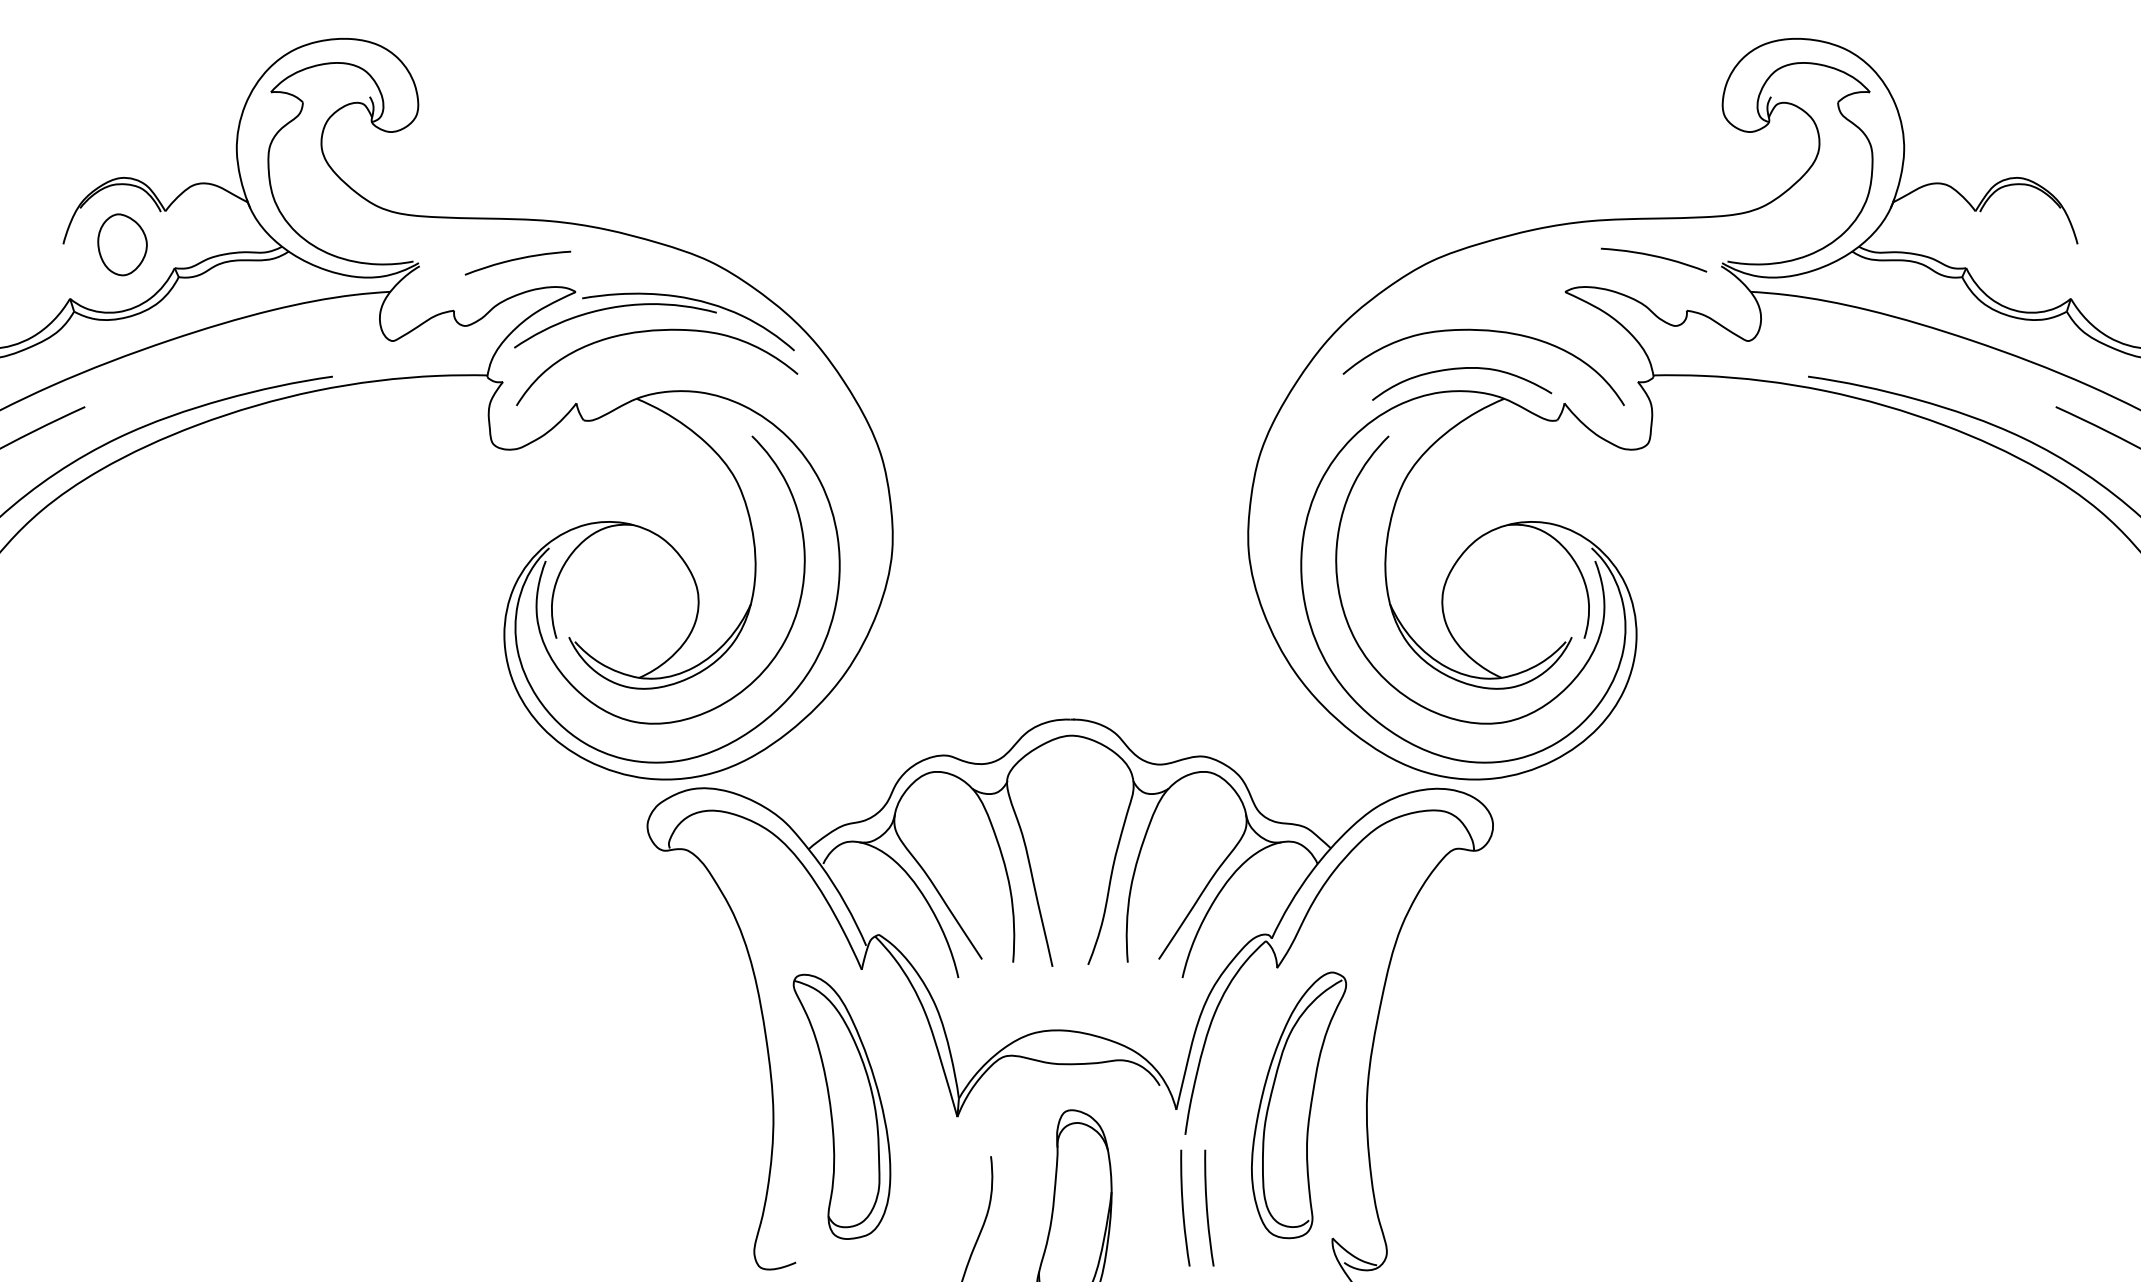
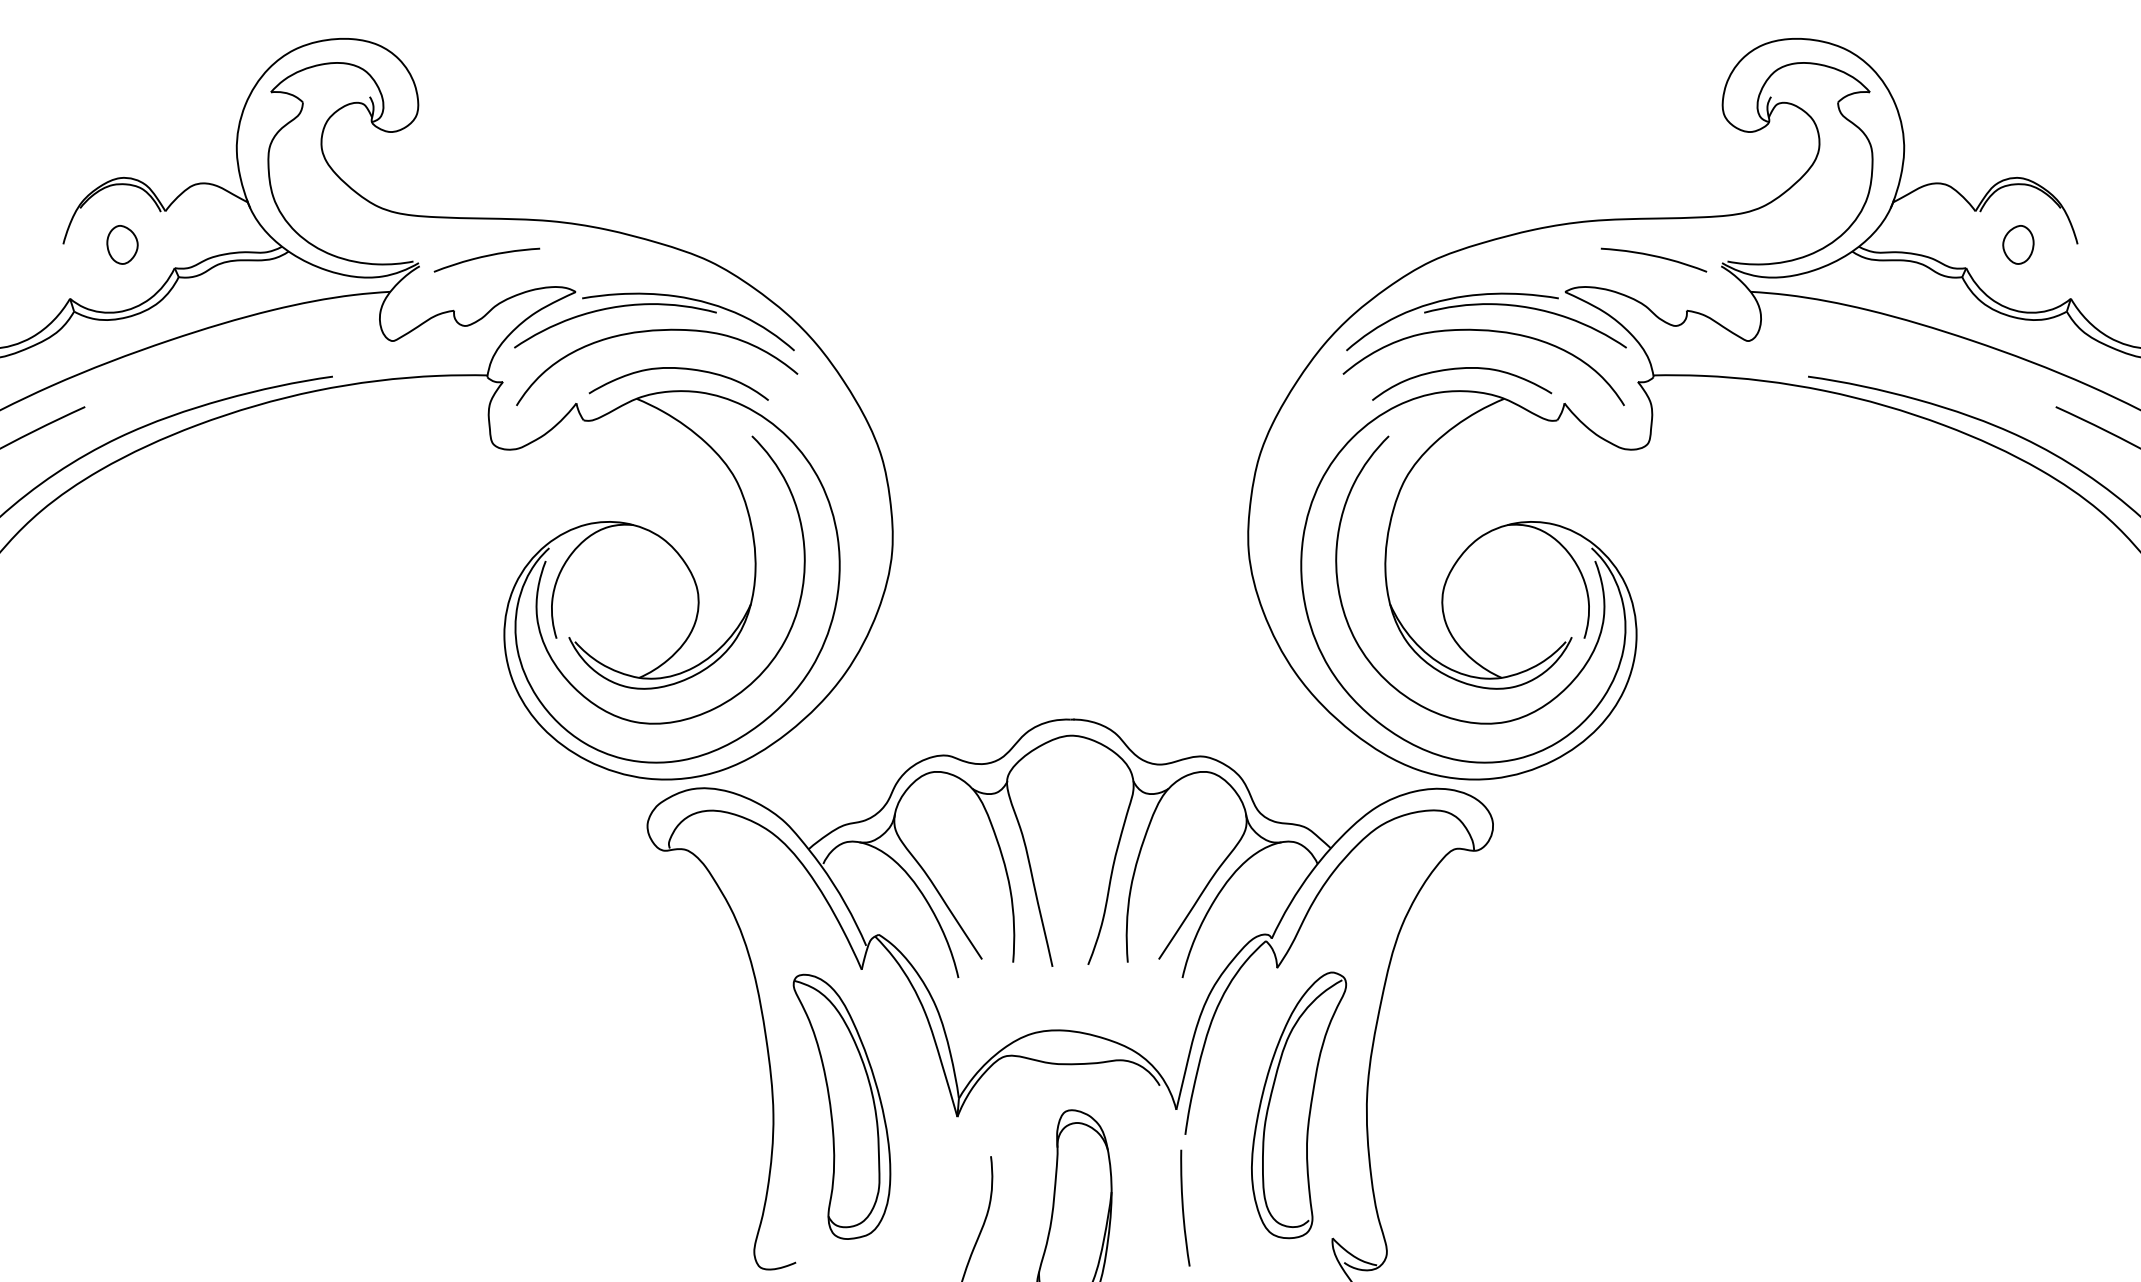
part at (122, 244) size: 51x64 px -> 33x40 px
part at (2018, 244): none -> present
curve at (516, 260) position: (516, 260) -> (485, 257)
part at (1481, 305): none -> present
curve at (678, 369): none -> present
curve at (1207, 1207): present -> none
